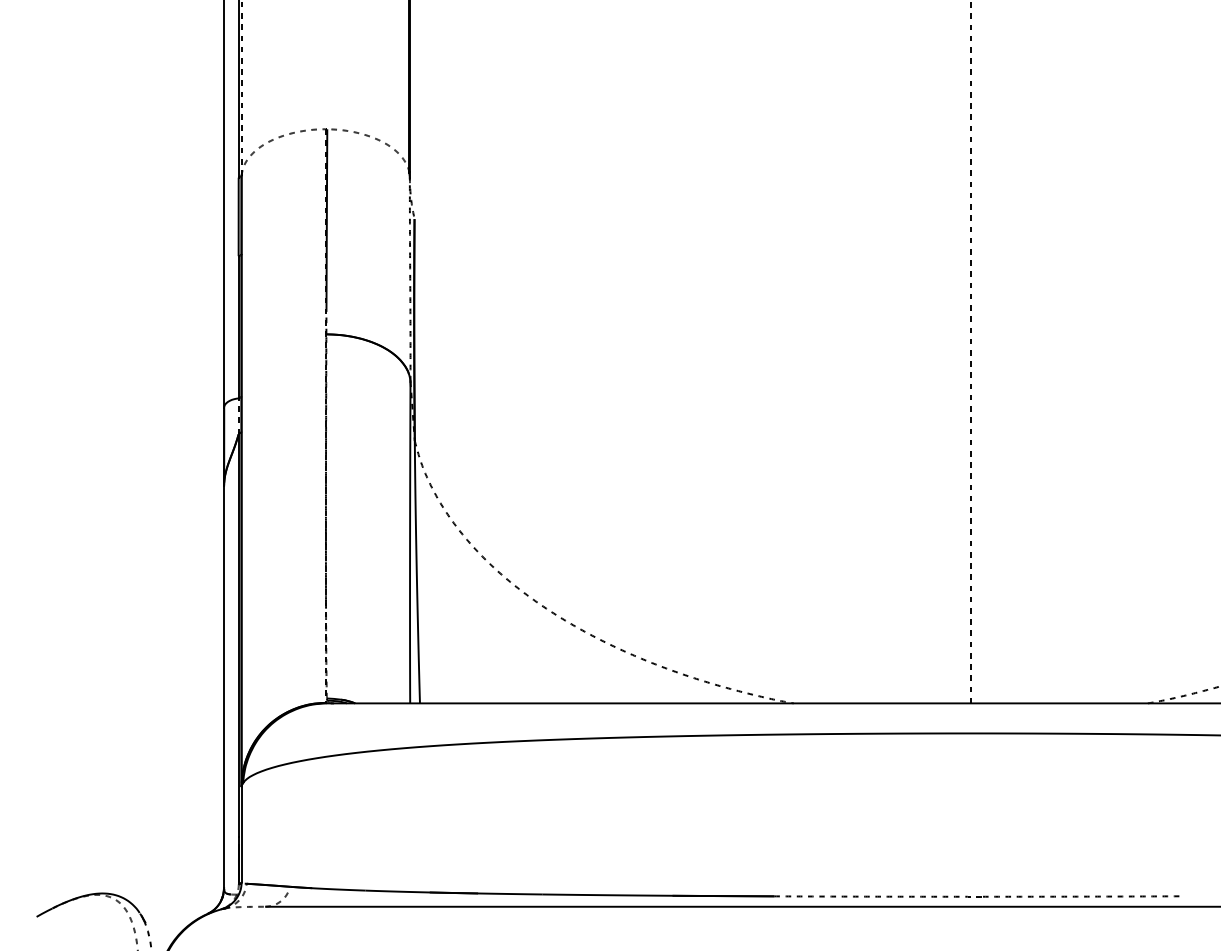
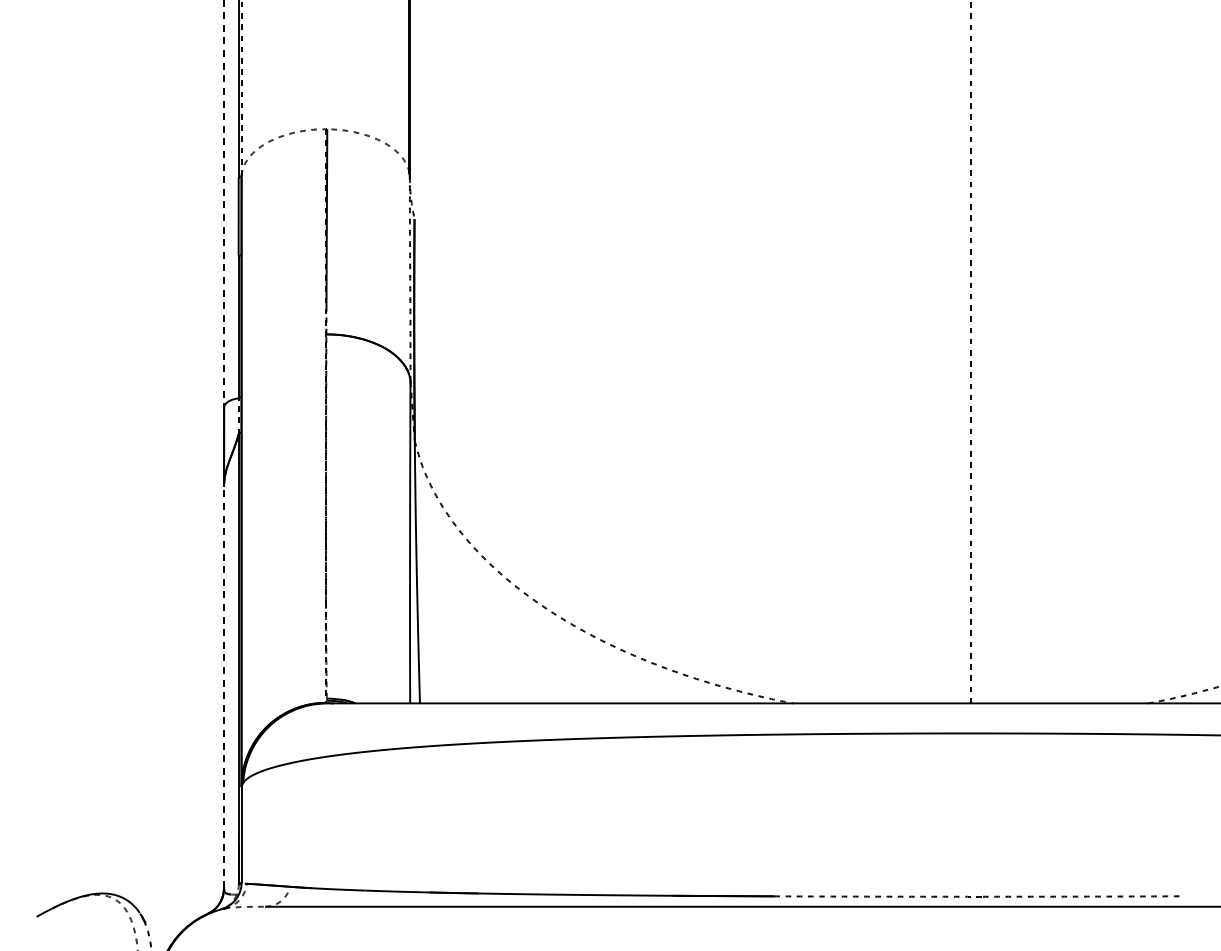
line at (224, 204): solid -> dashed
line at (224, 686): solid -> dashed
